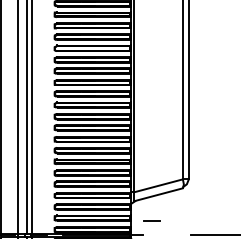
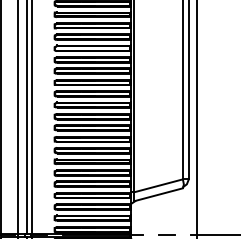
line at (196, 118): none -> present
line at (151, 220) position: (151, 220) -> (166, 234)
